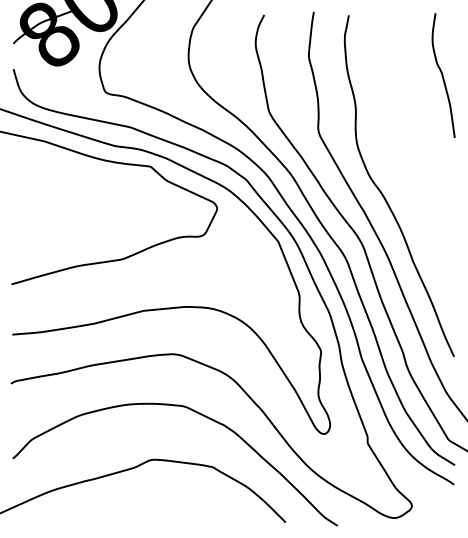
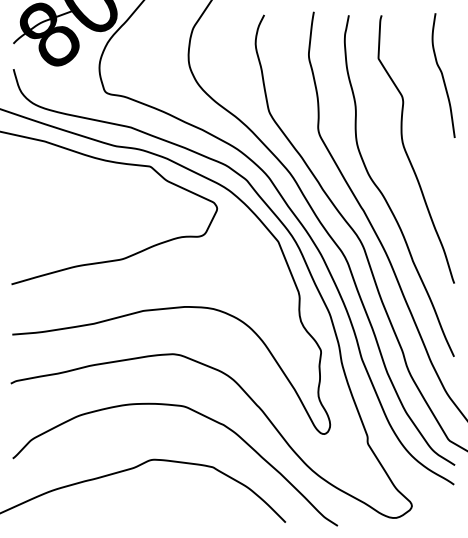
curve at (407, 152): none -> present
